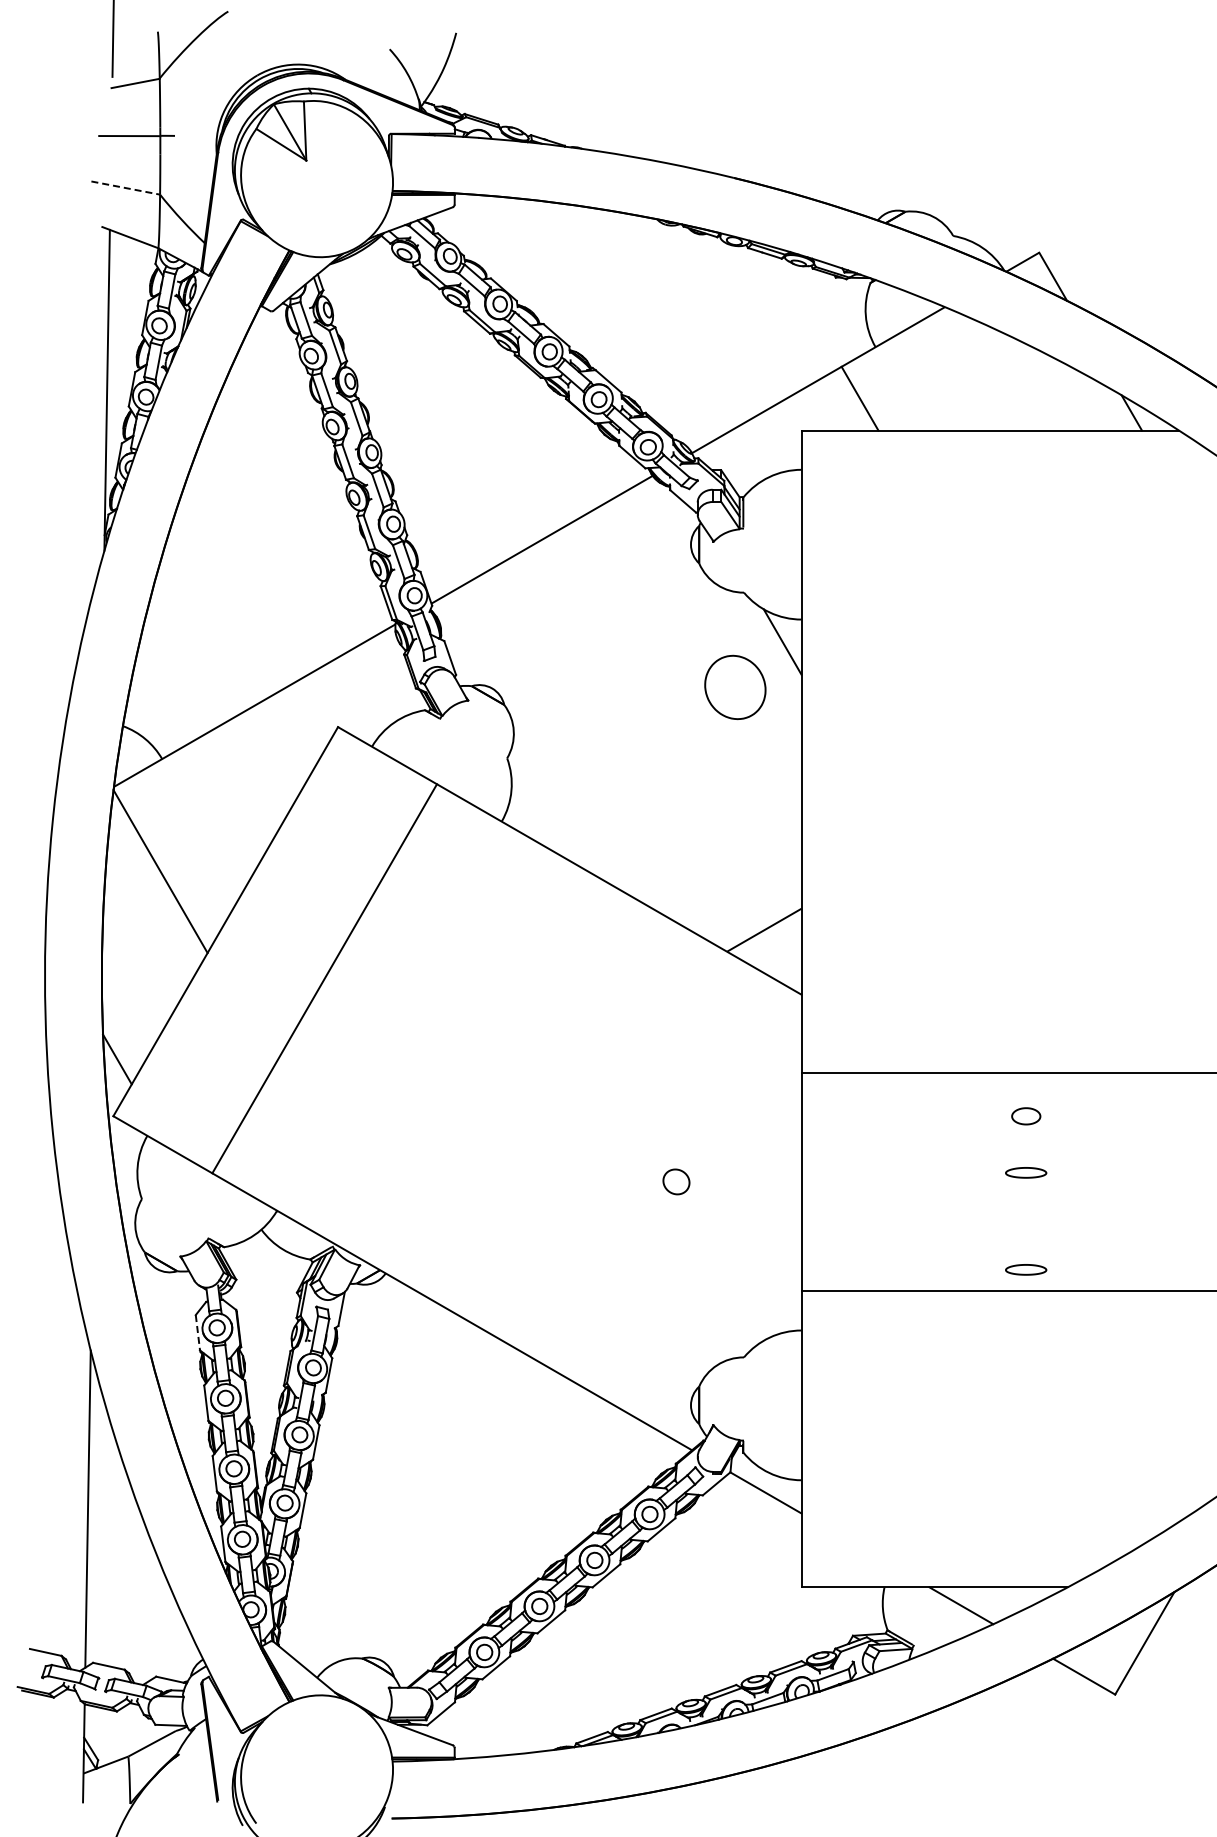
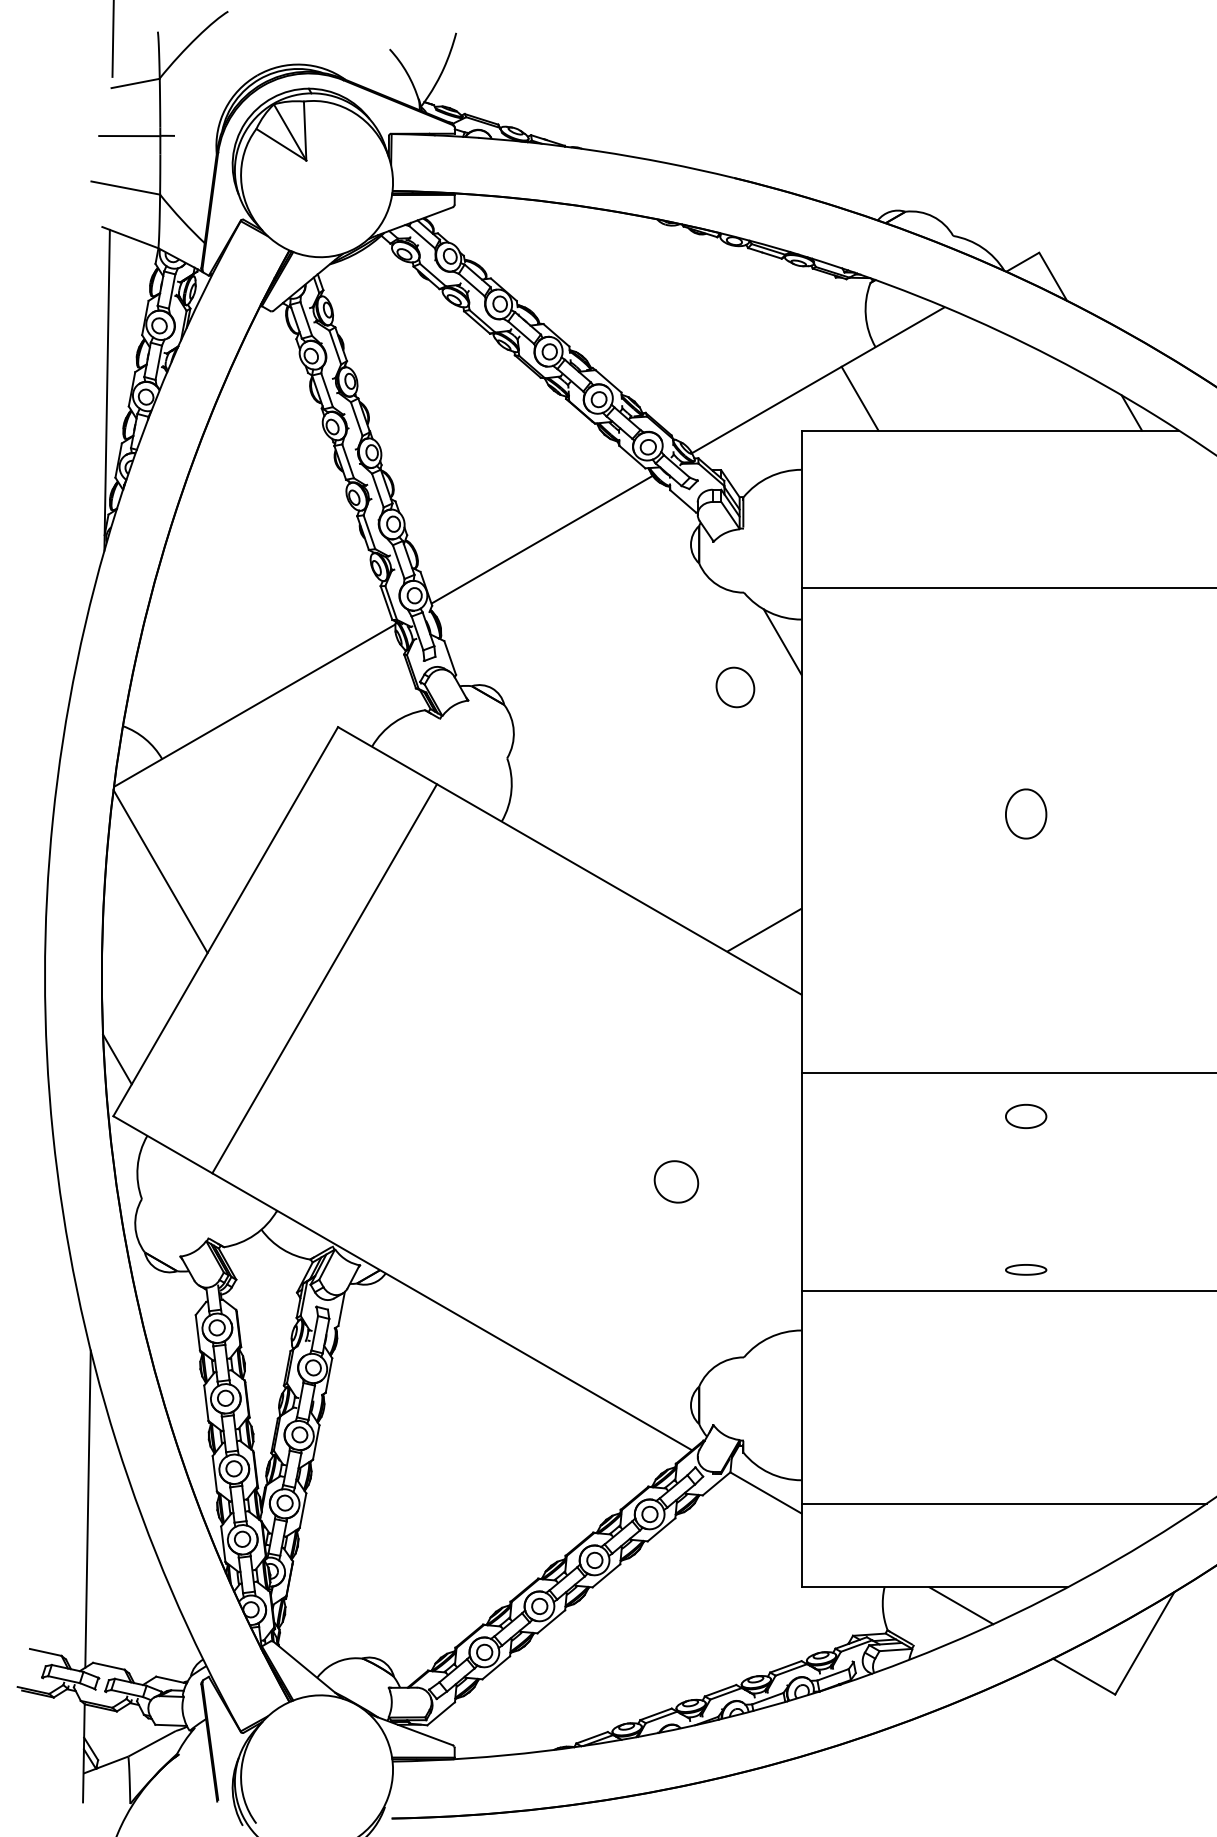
line at (125, 188): dashed -> solid
line at (1007, 588): none -> present
part at (735, 686) size: 63x66 px -> 41x43 px
part at (1026, 813): none -> present
part at (1026, 1116) size: 31x19 px -> 43x26 px
part at (1026, 1172): present -> none
part at (676, 1181) size: 29x28 px -> 47x44 px
line at (197, 1332): dashed -> solid
line at (1003, 1503): none -> present
